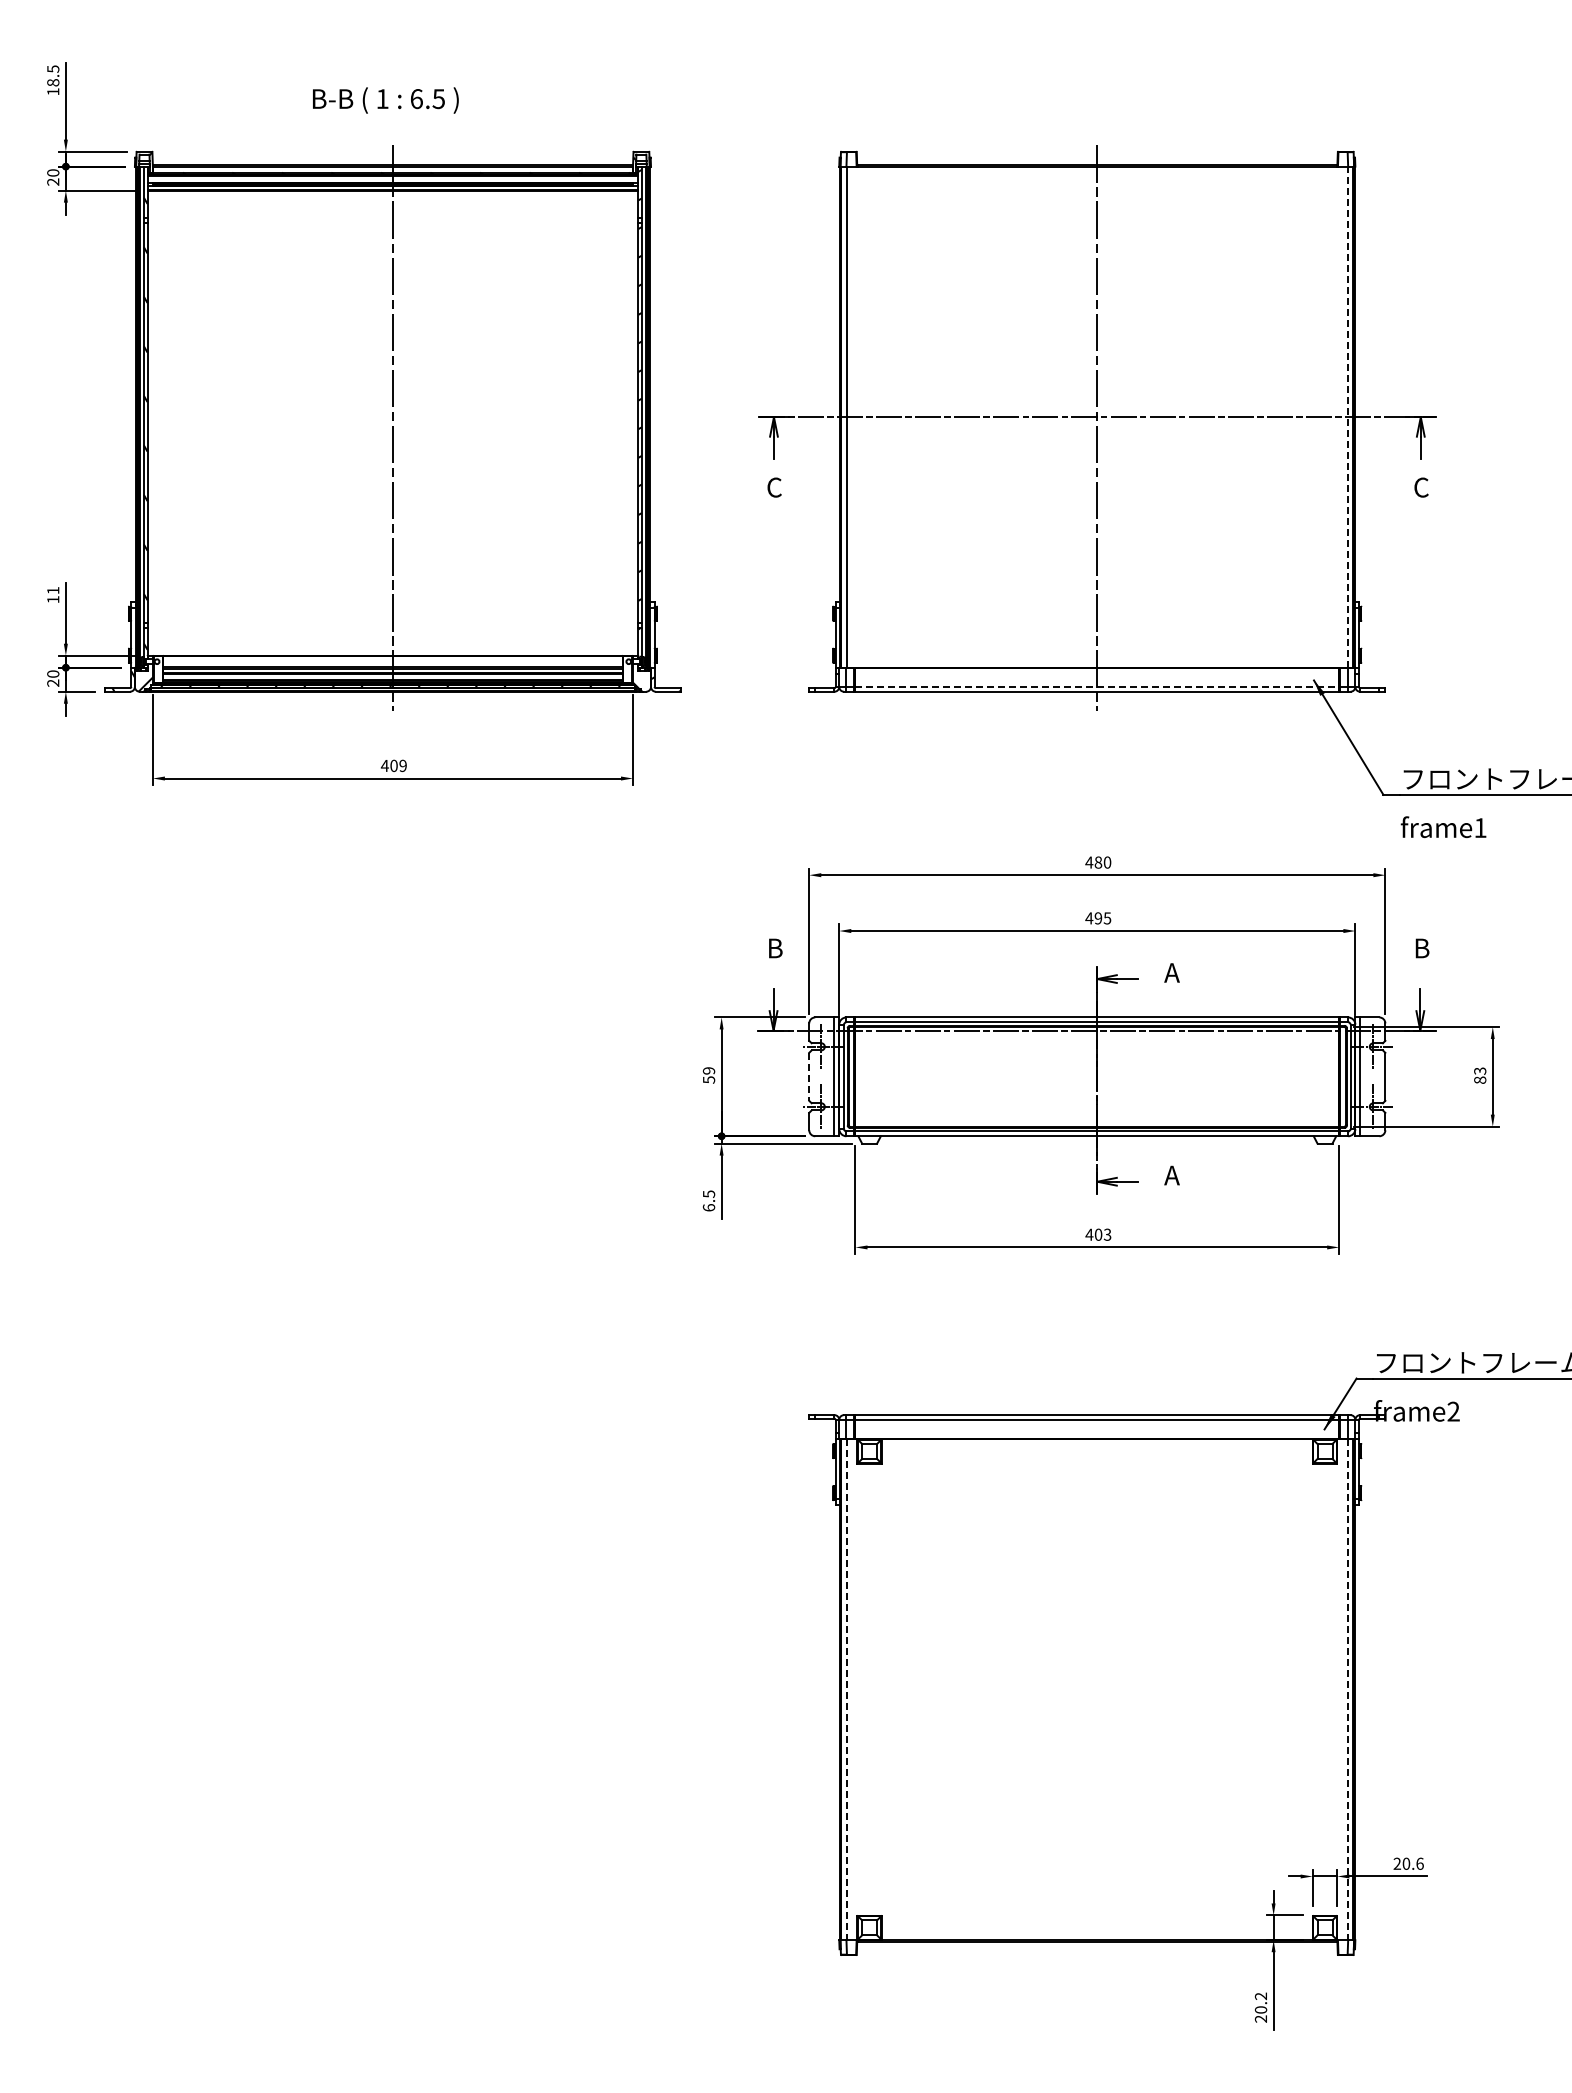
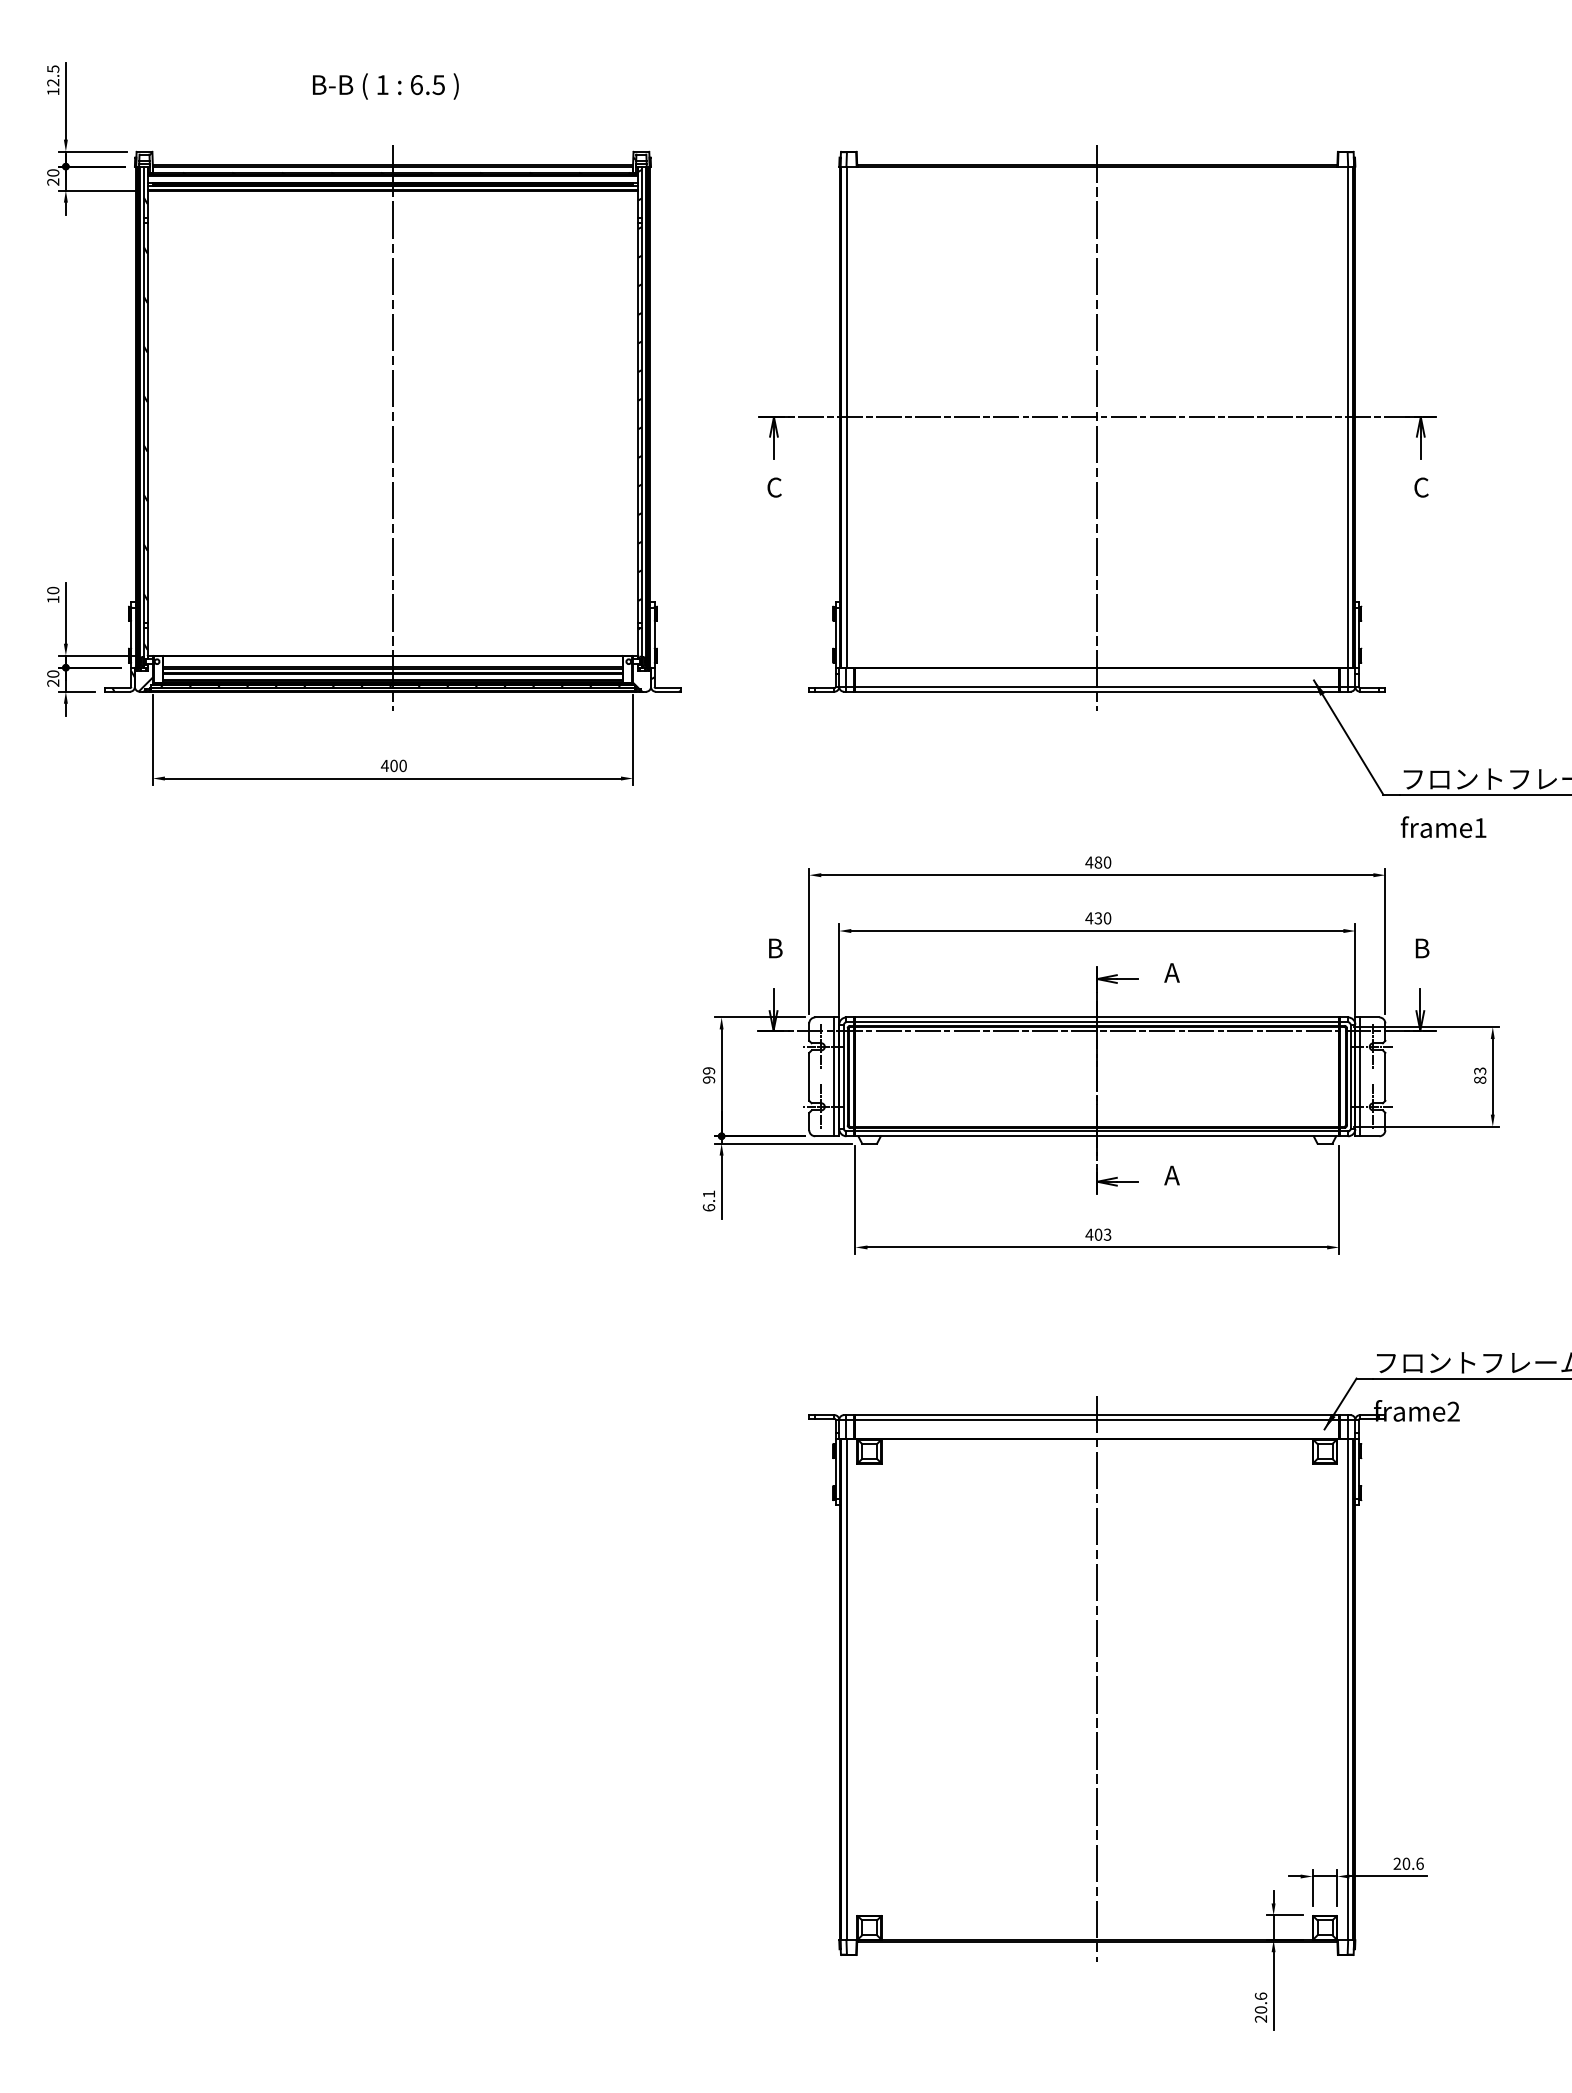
text at (53, 82): 18.5 -> 12.5
text at (385, 100) position: (385, 100) -> (385, 86)
line at (1347, 417): dashed -> solid
text at (53, 590): 11 -> 10
line at (1097, 686): dashed -> solid
text at (402, 765): 409 -> 400
text at (1102, 918): 495 -> 430
line at (809, 1077): dashed -> solid
text at (708, 1079): 59 -> 99
text at (709, 1193): 6.5 -> 6.1
line at (1097, 1678): none -> present
line at (846, 1689): dashed -> solid
line at (1347, 1689): dashed -> solid
text at (1260, 1996): 20.2 -> 20.6
